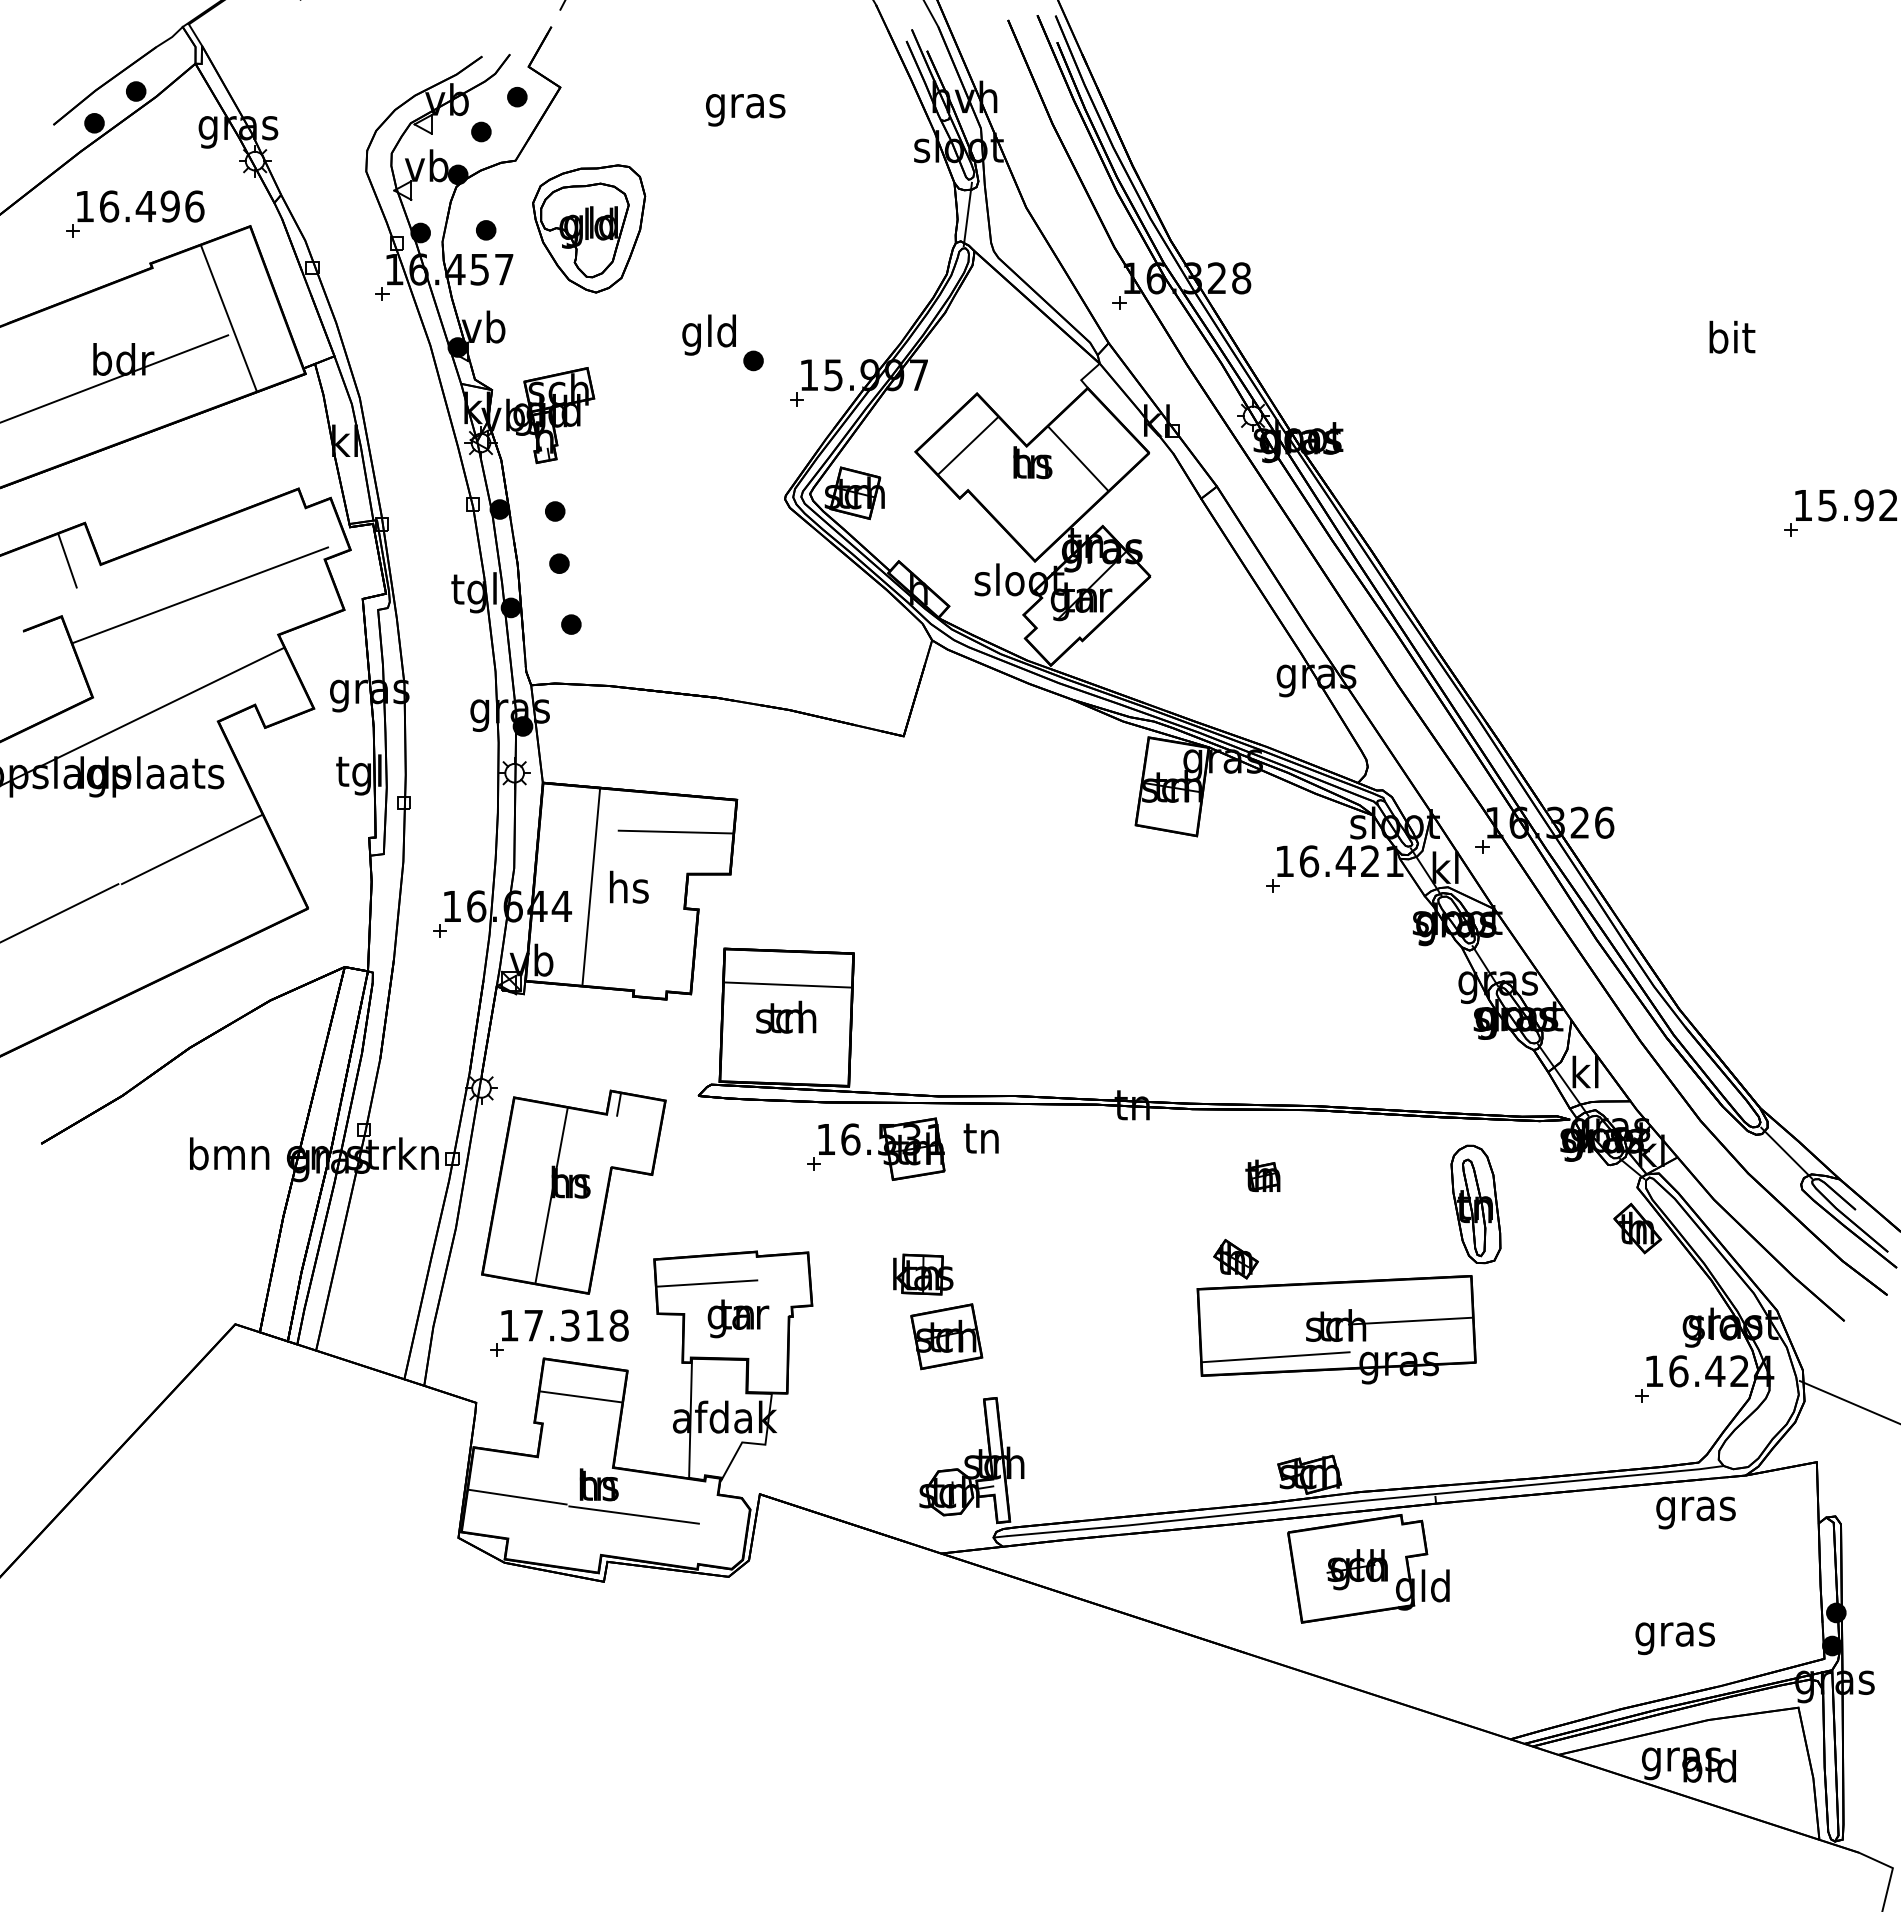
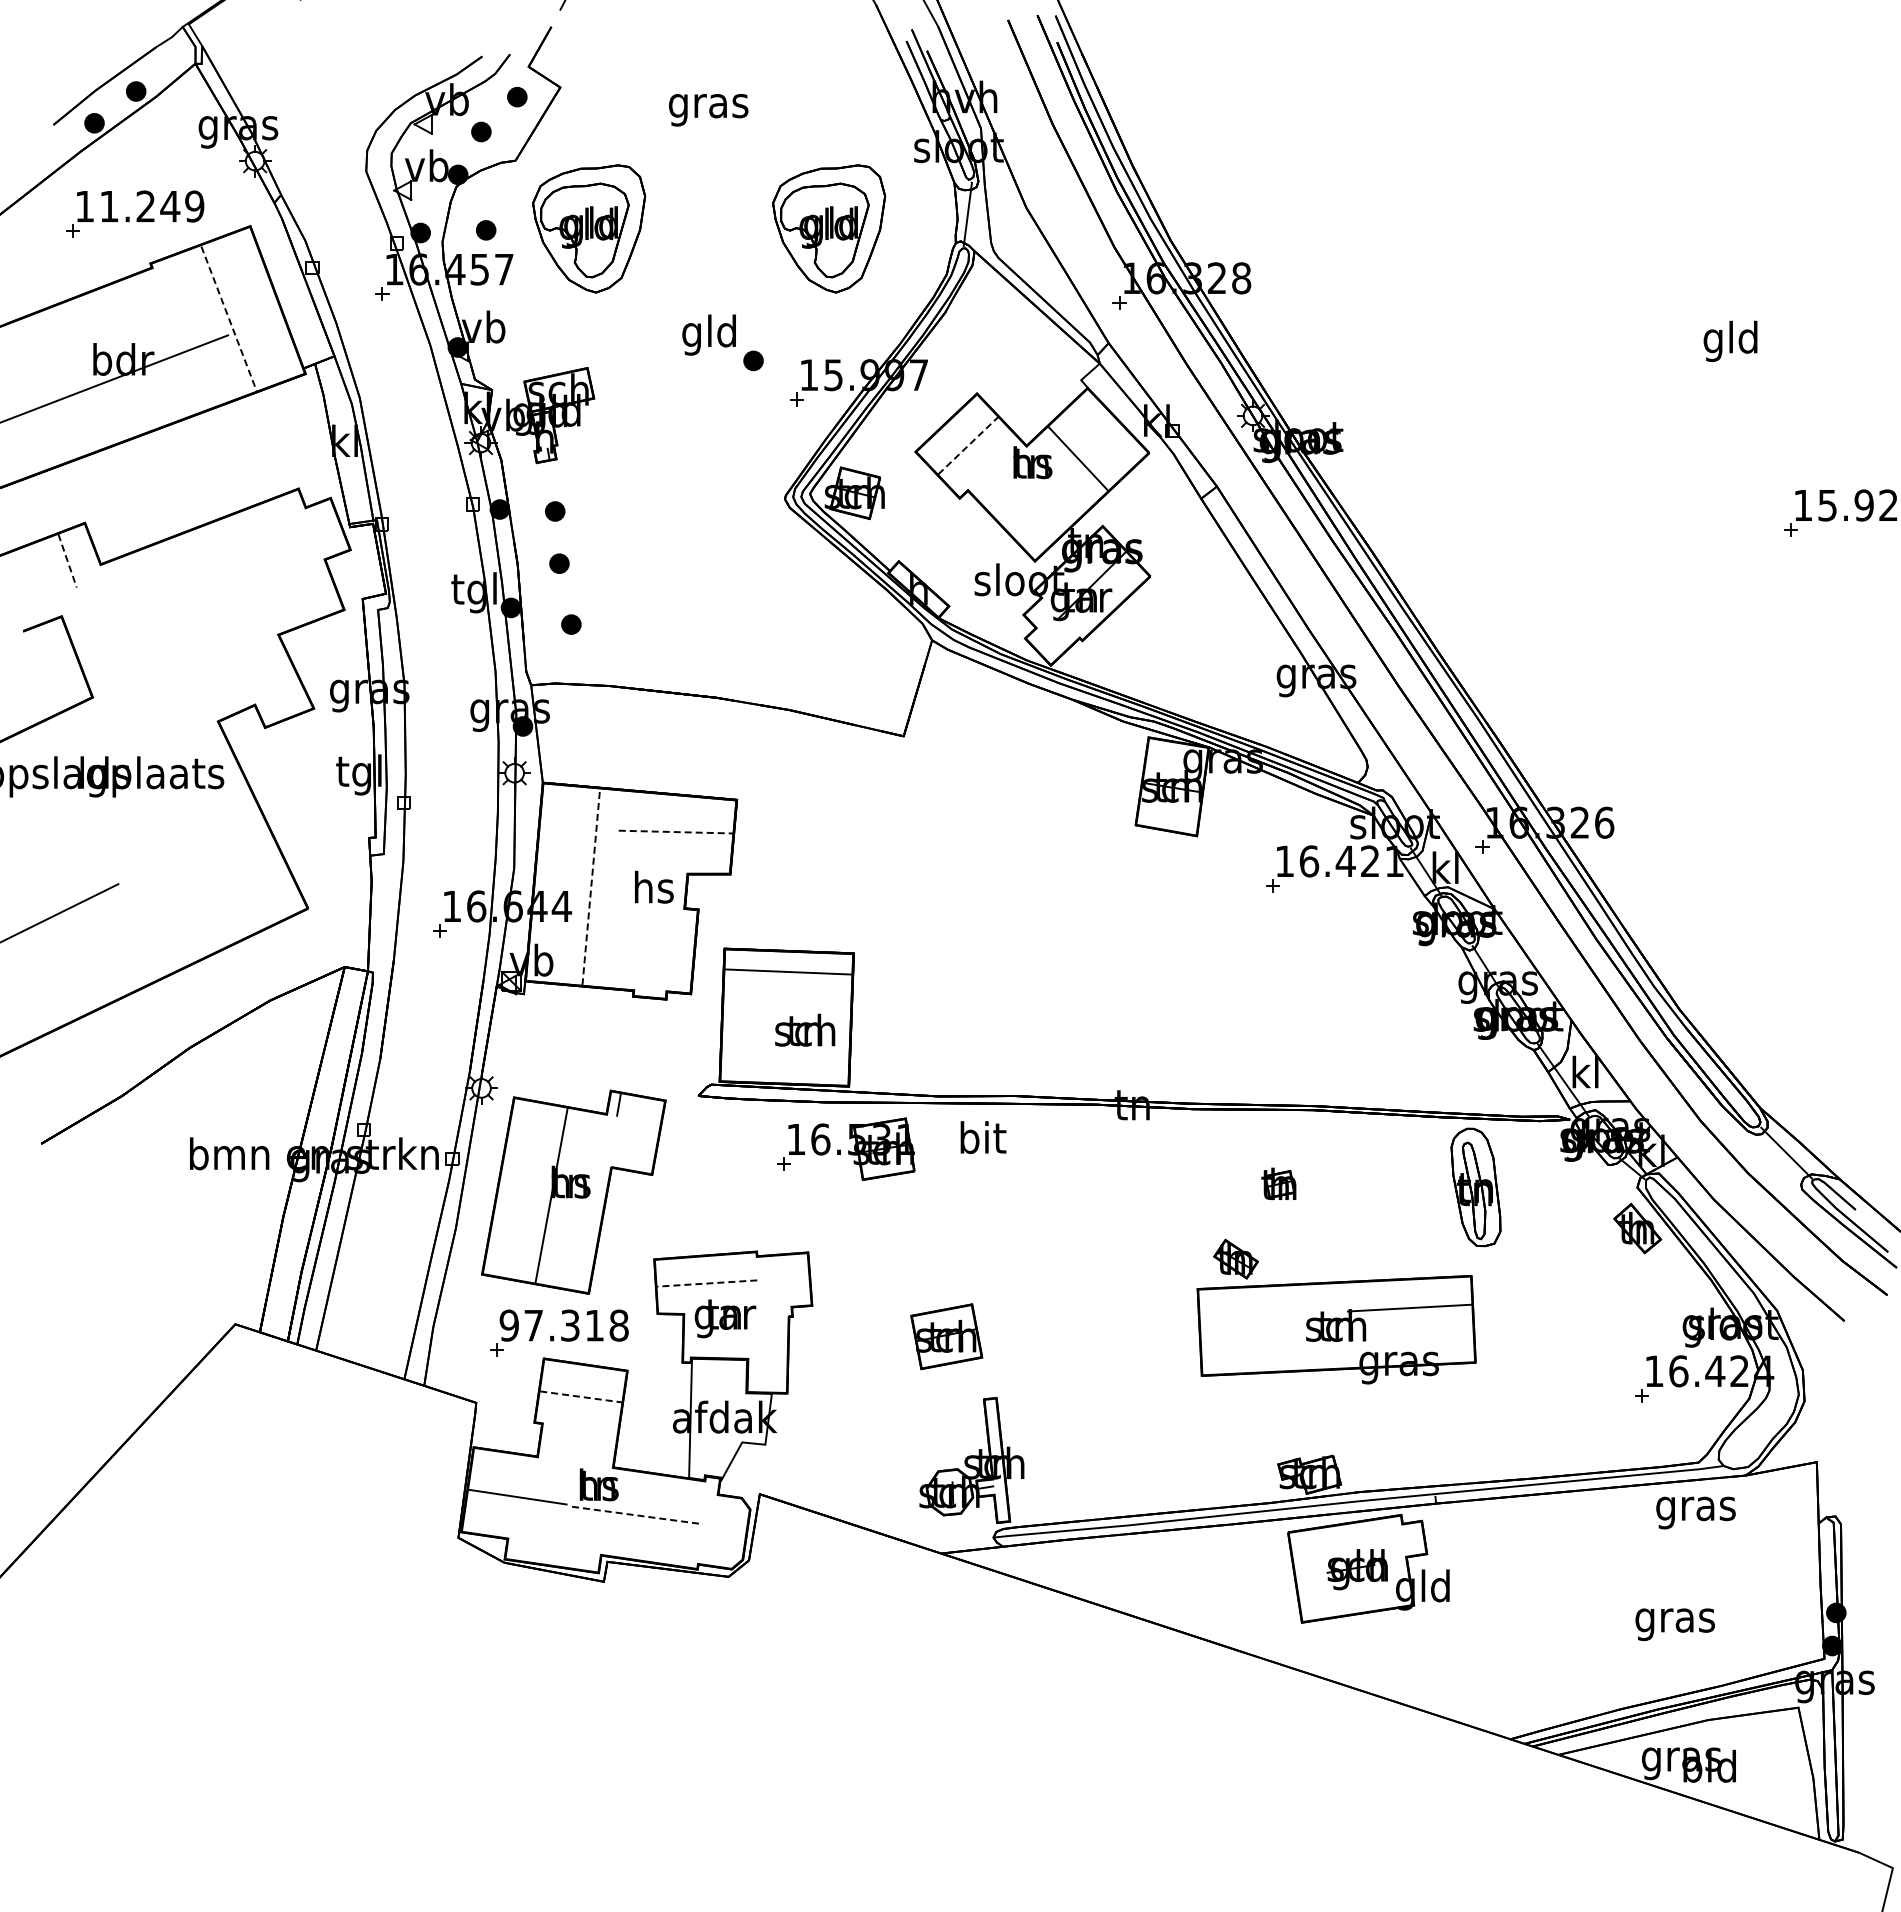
text at (745, 110) position: (745, 110) -> (708, 110)
text at (152, 206): 16.496 -> 11.249
part at (829, 228): none -> present
line at (229, 319): solid -> dashed
text at (1730, 341): bit -> gld
line at (968, 445): solid -> dashed
line at (67, 561): solid -> dashed
line at (200, 595): present -> none
line at (142, 716): present -> none
line at (676, 832): solid -> dashed
line at (191, 849): present -> none
text at (629, 886) position: (629, 886) -> (654, 886)
line at (591, 887): solid -> dashed
line at (787, 984) position: (787, 984) -> (788, 971)
text at (786, 1016) position: (786, 1016) -> (805, 1029)
text at (983, 1137): tn -> bit
part at (876, 1148) position: (876, 1148) -> (846, 1148)
part at (1262, 1175) position: (1262, 1175) -> (1278, 1183)
part at (1475, 1204) position: (1475, 1204) -> (1475, 1187)
part at (923, 1274): present -> none
line at (706, 1283): solid -> dashed
text at (738, 1318) position: (738, 1318) -> (725, 1318)
line at (1410, 1320) position: (1410, 1320) -> (1409, 1307)
text at (508, 1325): 17.318 -> 97.318
line at (1275, 1357): present -> none
line at (581, 1396): solid -> dashed
line at (1848, 1401): present -> none
line at (633, 1514): solid -> dashed
text at (1674, 1638) position: (1674, 1638) -> (1674, 1624)
